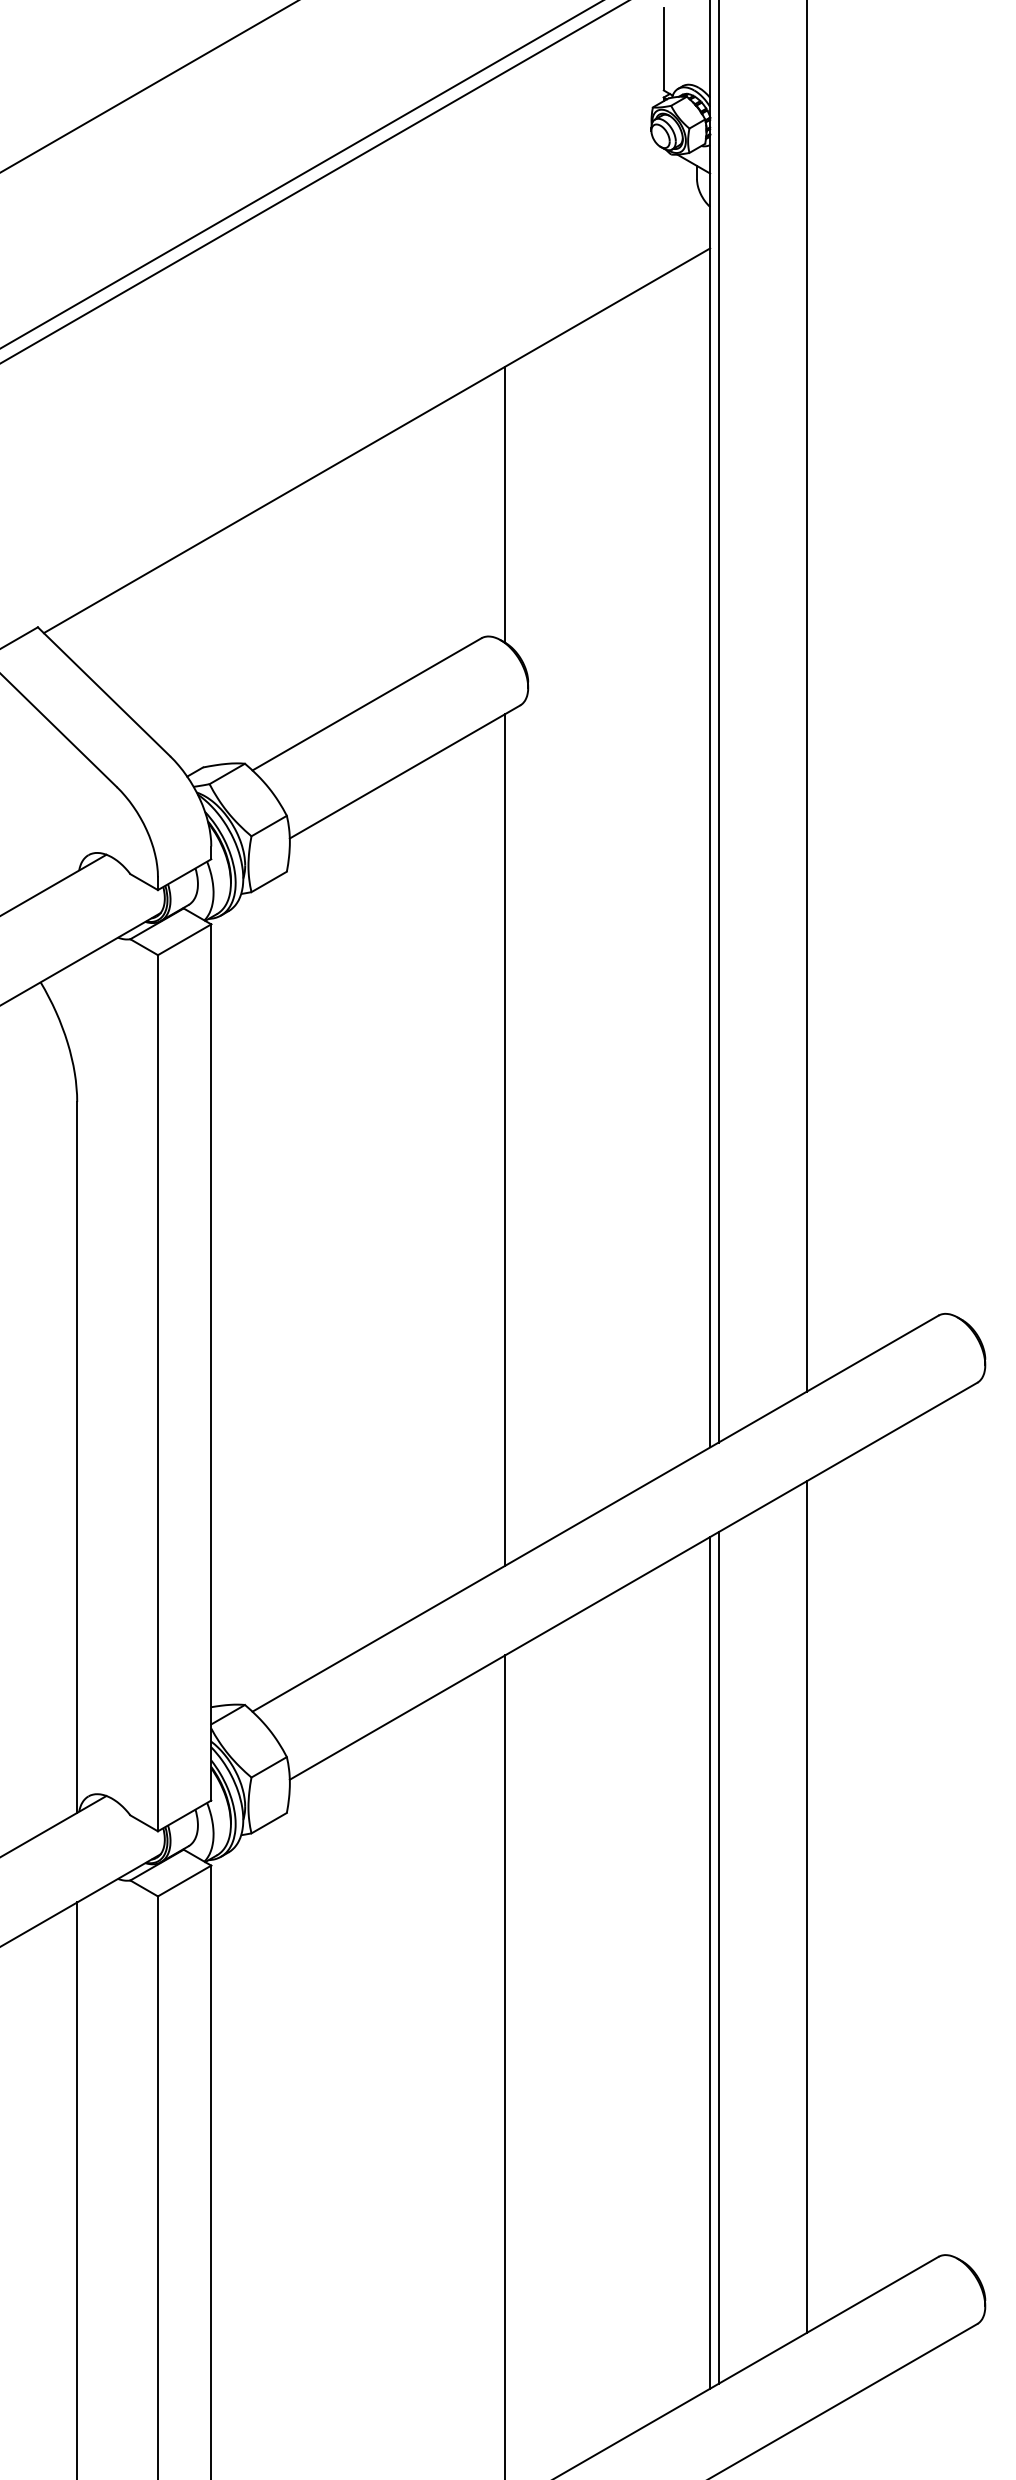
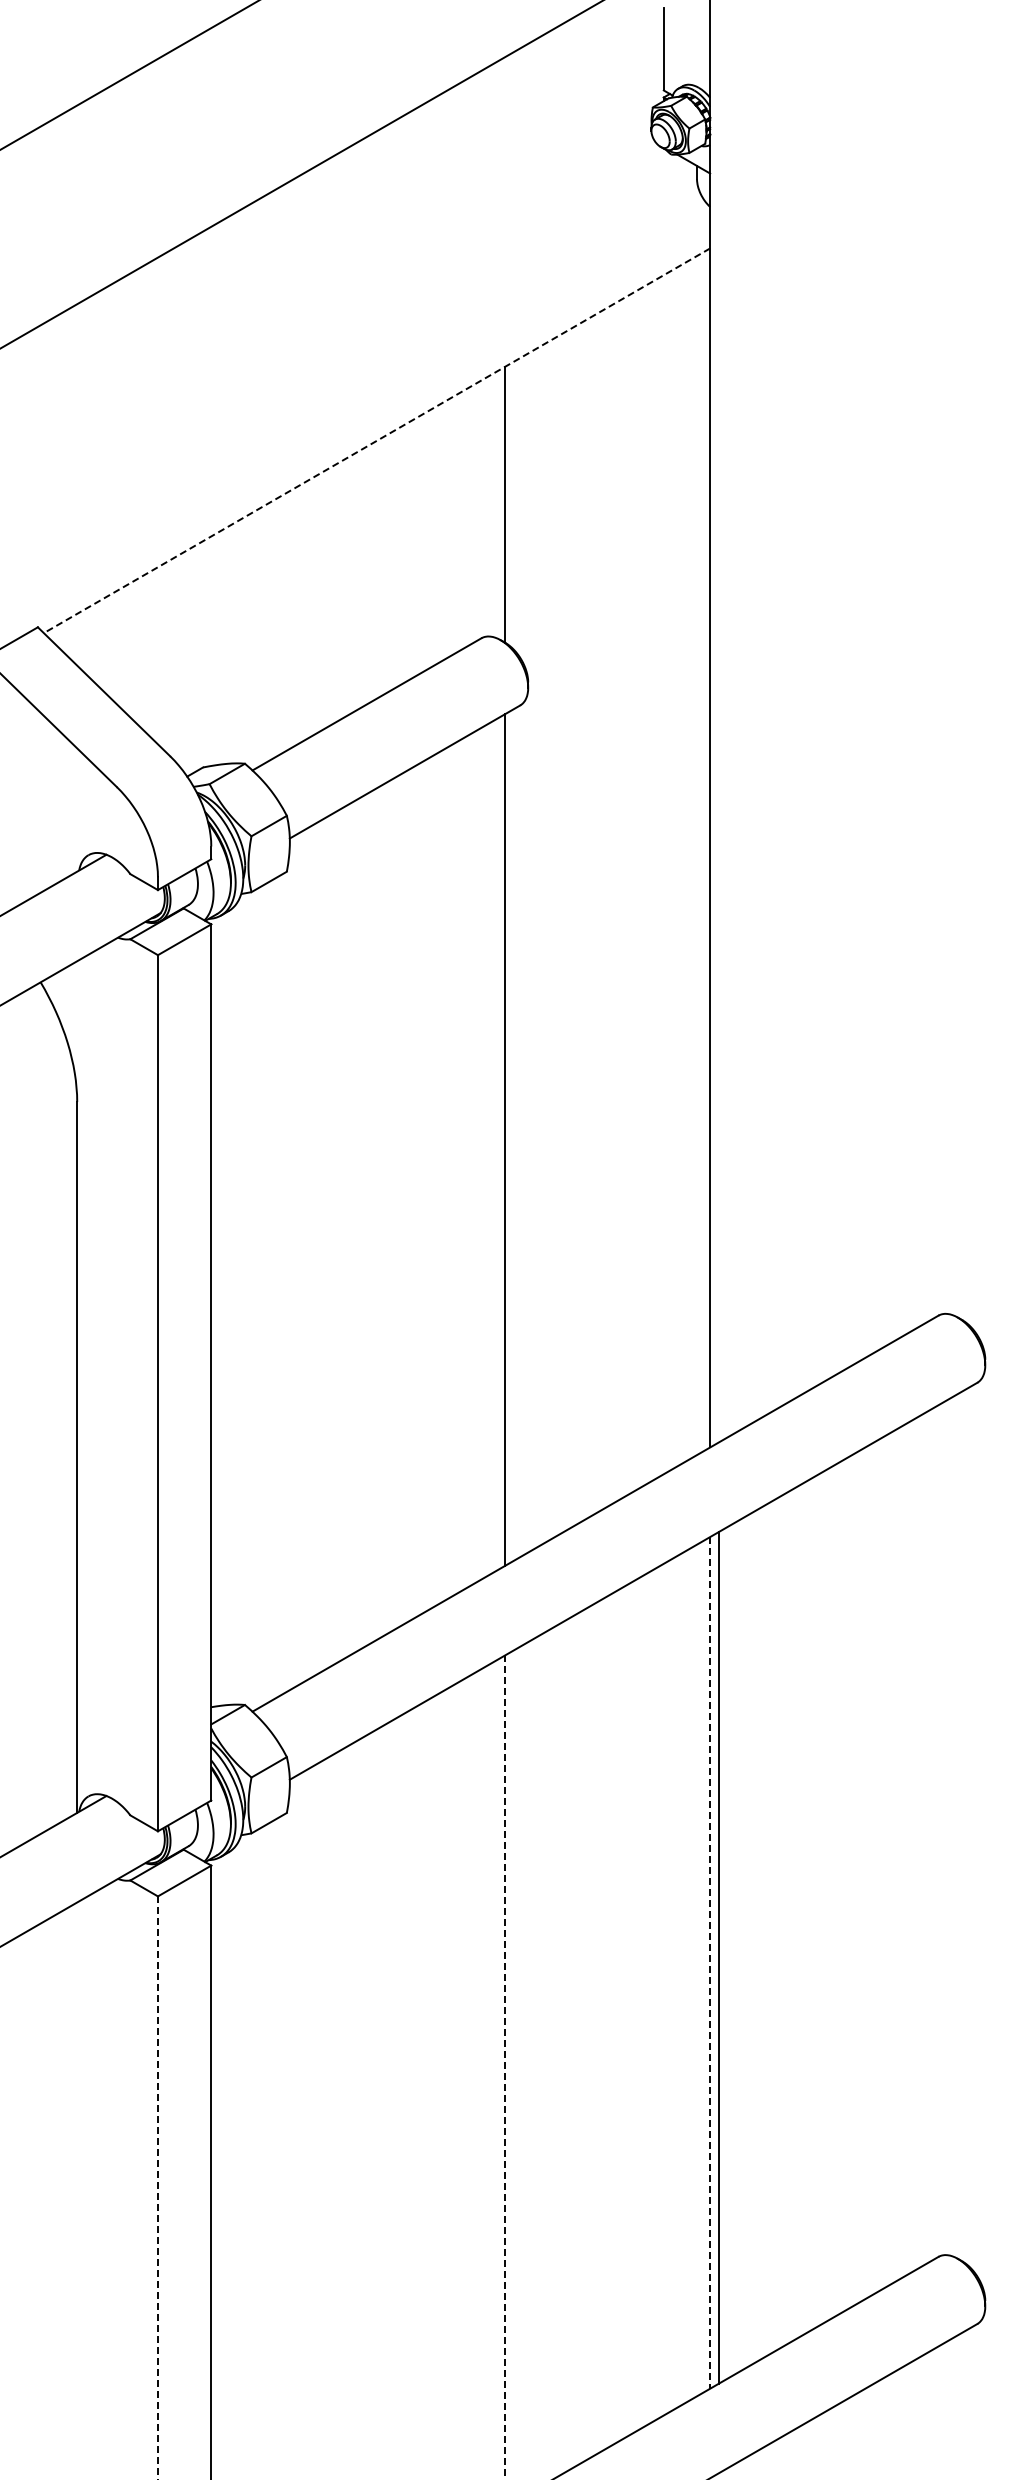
line at (148, 86) position: (148, 86) -> (128, 75)
line at (314, 182): present -> none
line at (377, 440): solid -> dashed
line at (806, 696): present -> none
line at (718, 722): present -> none
line at (806, 1906): present -> none
line at (710, 1962): solid -> dashed
line at (505, 2067): solid -> dashed
line at (157, 2188): solid -> dashed
line at (77, 2189): present -> none
